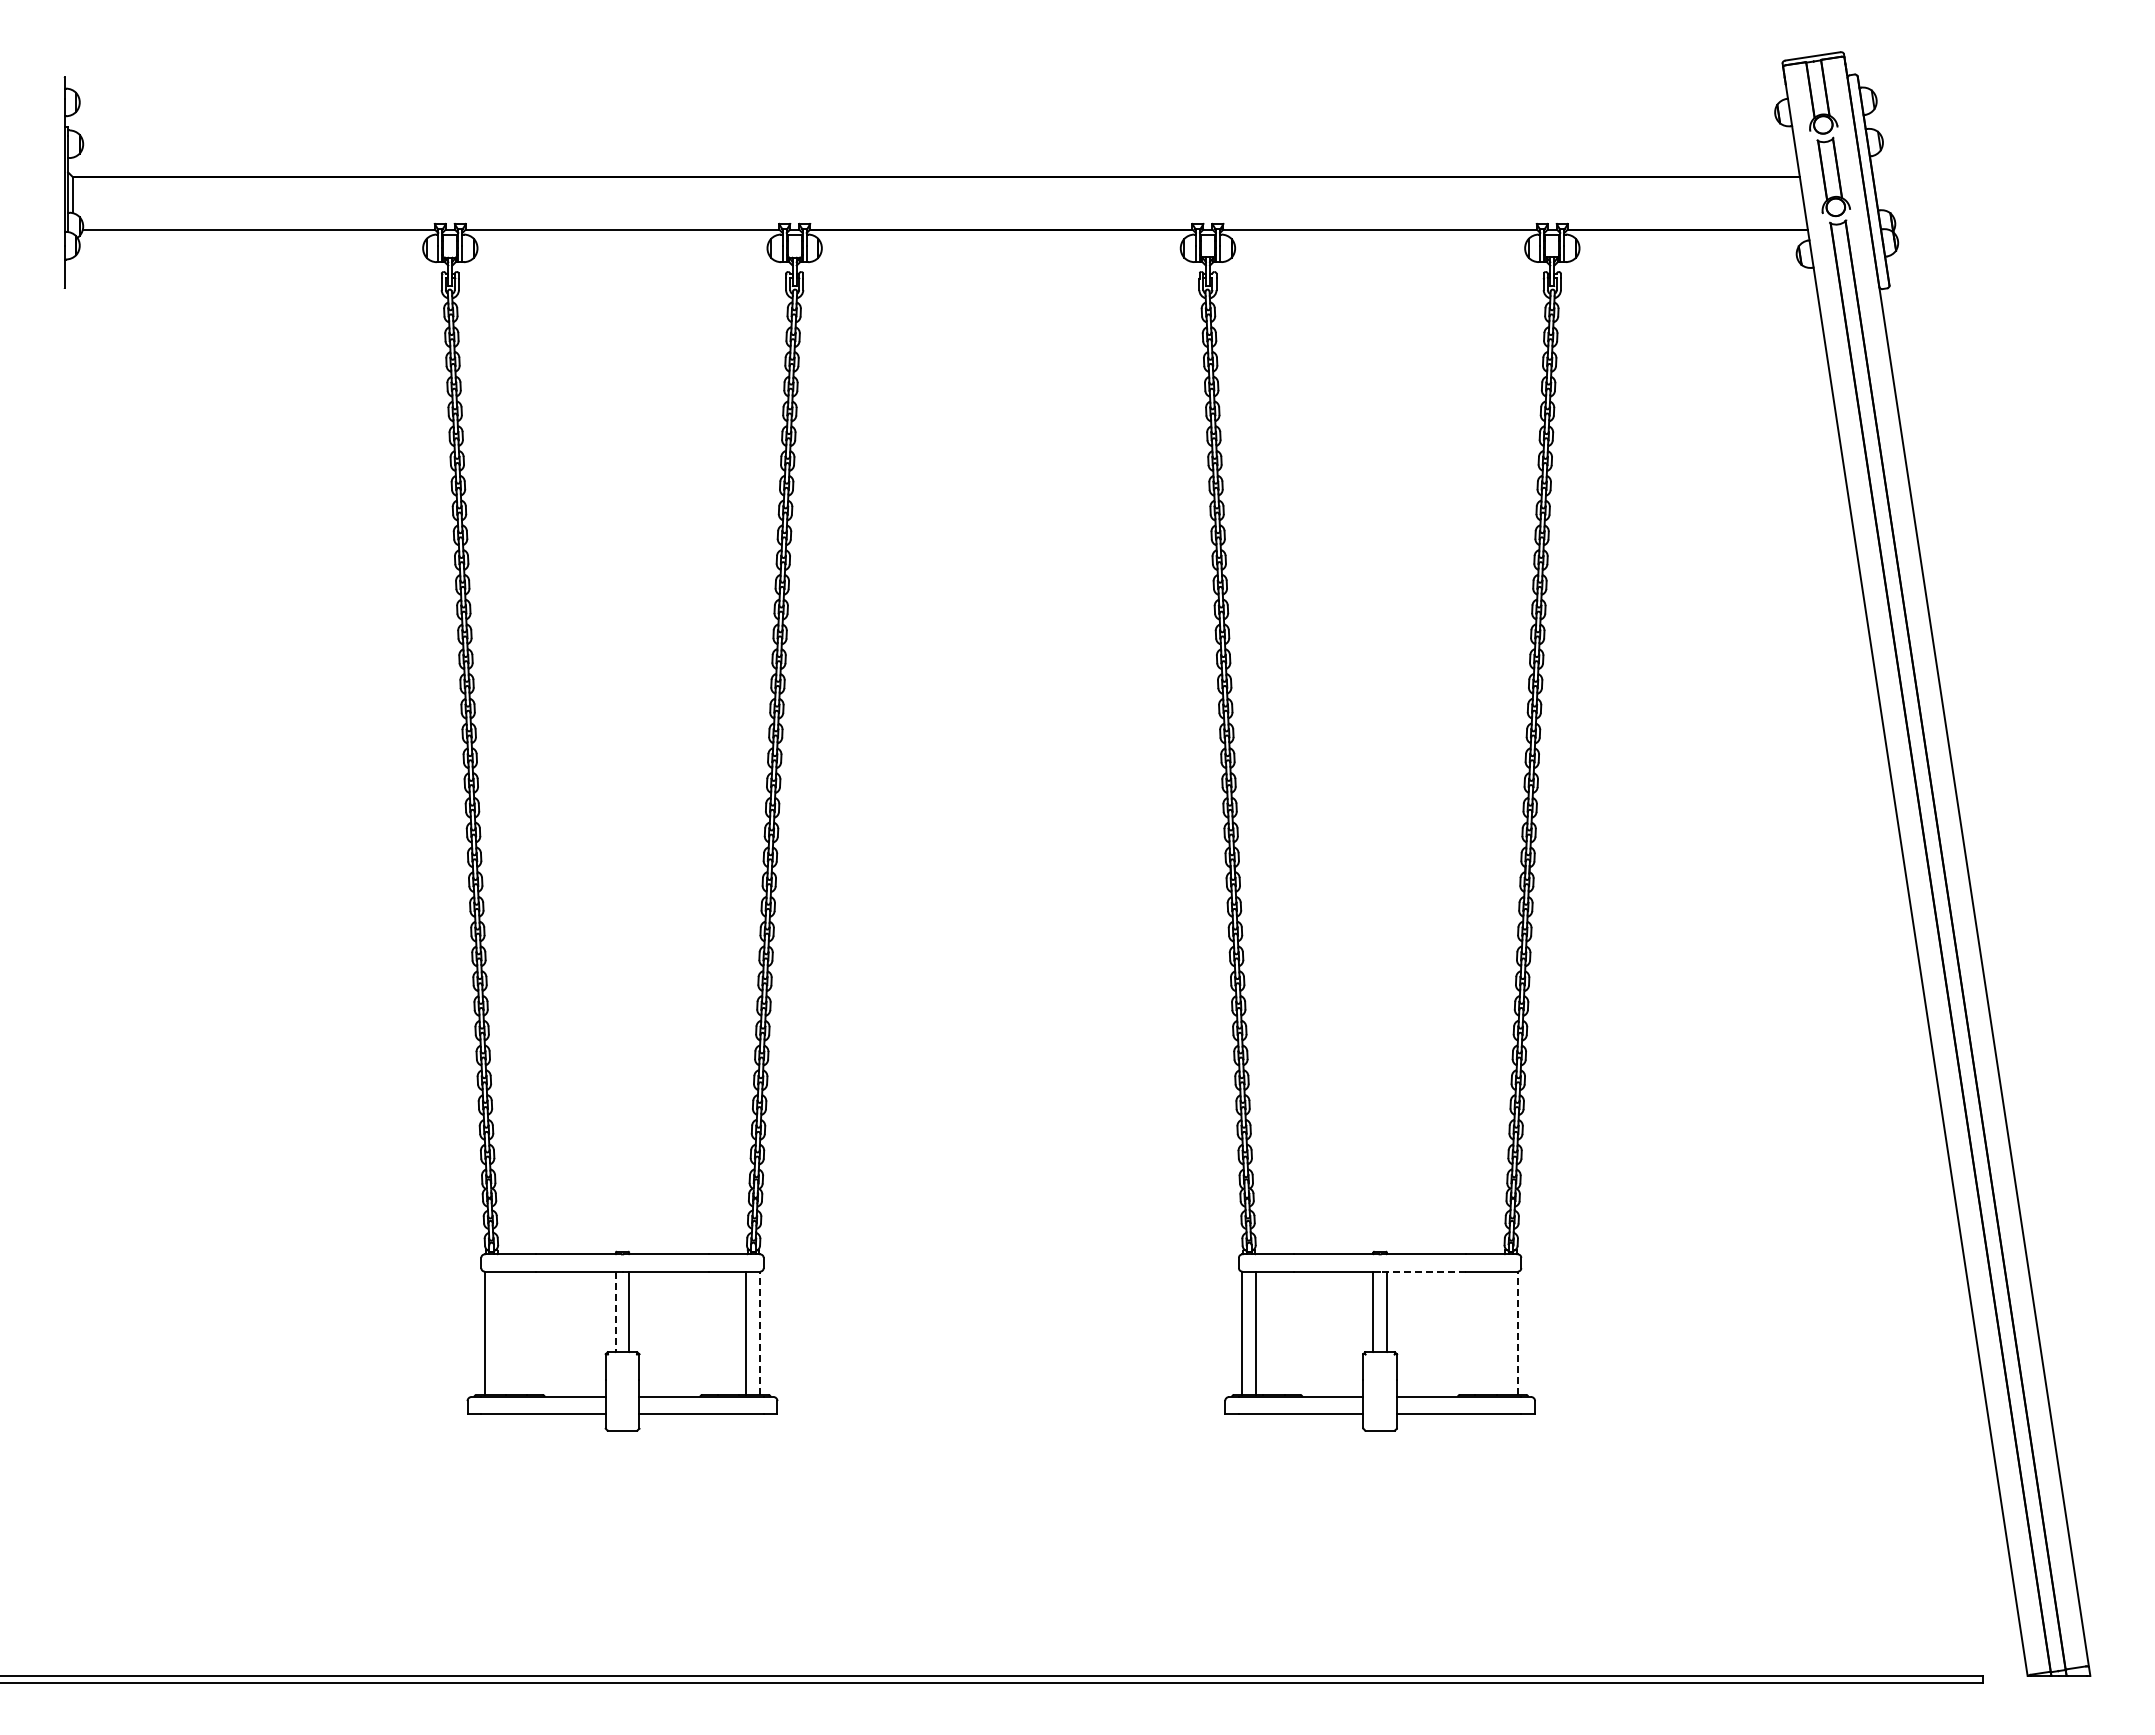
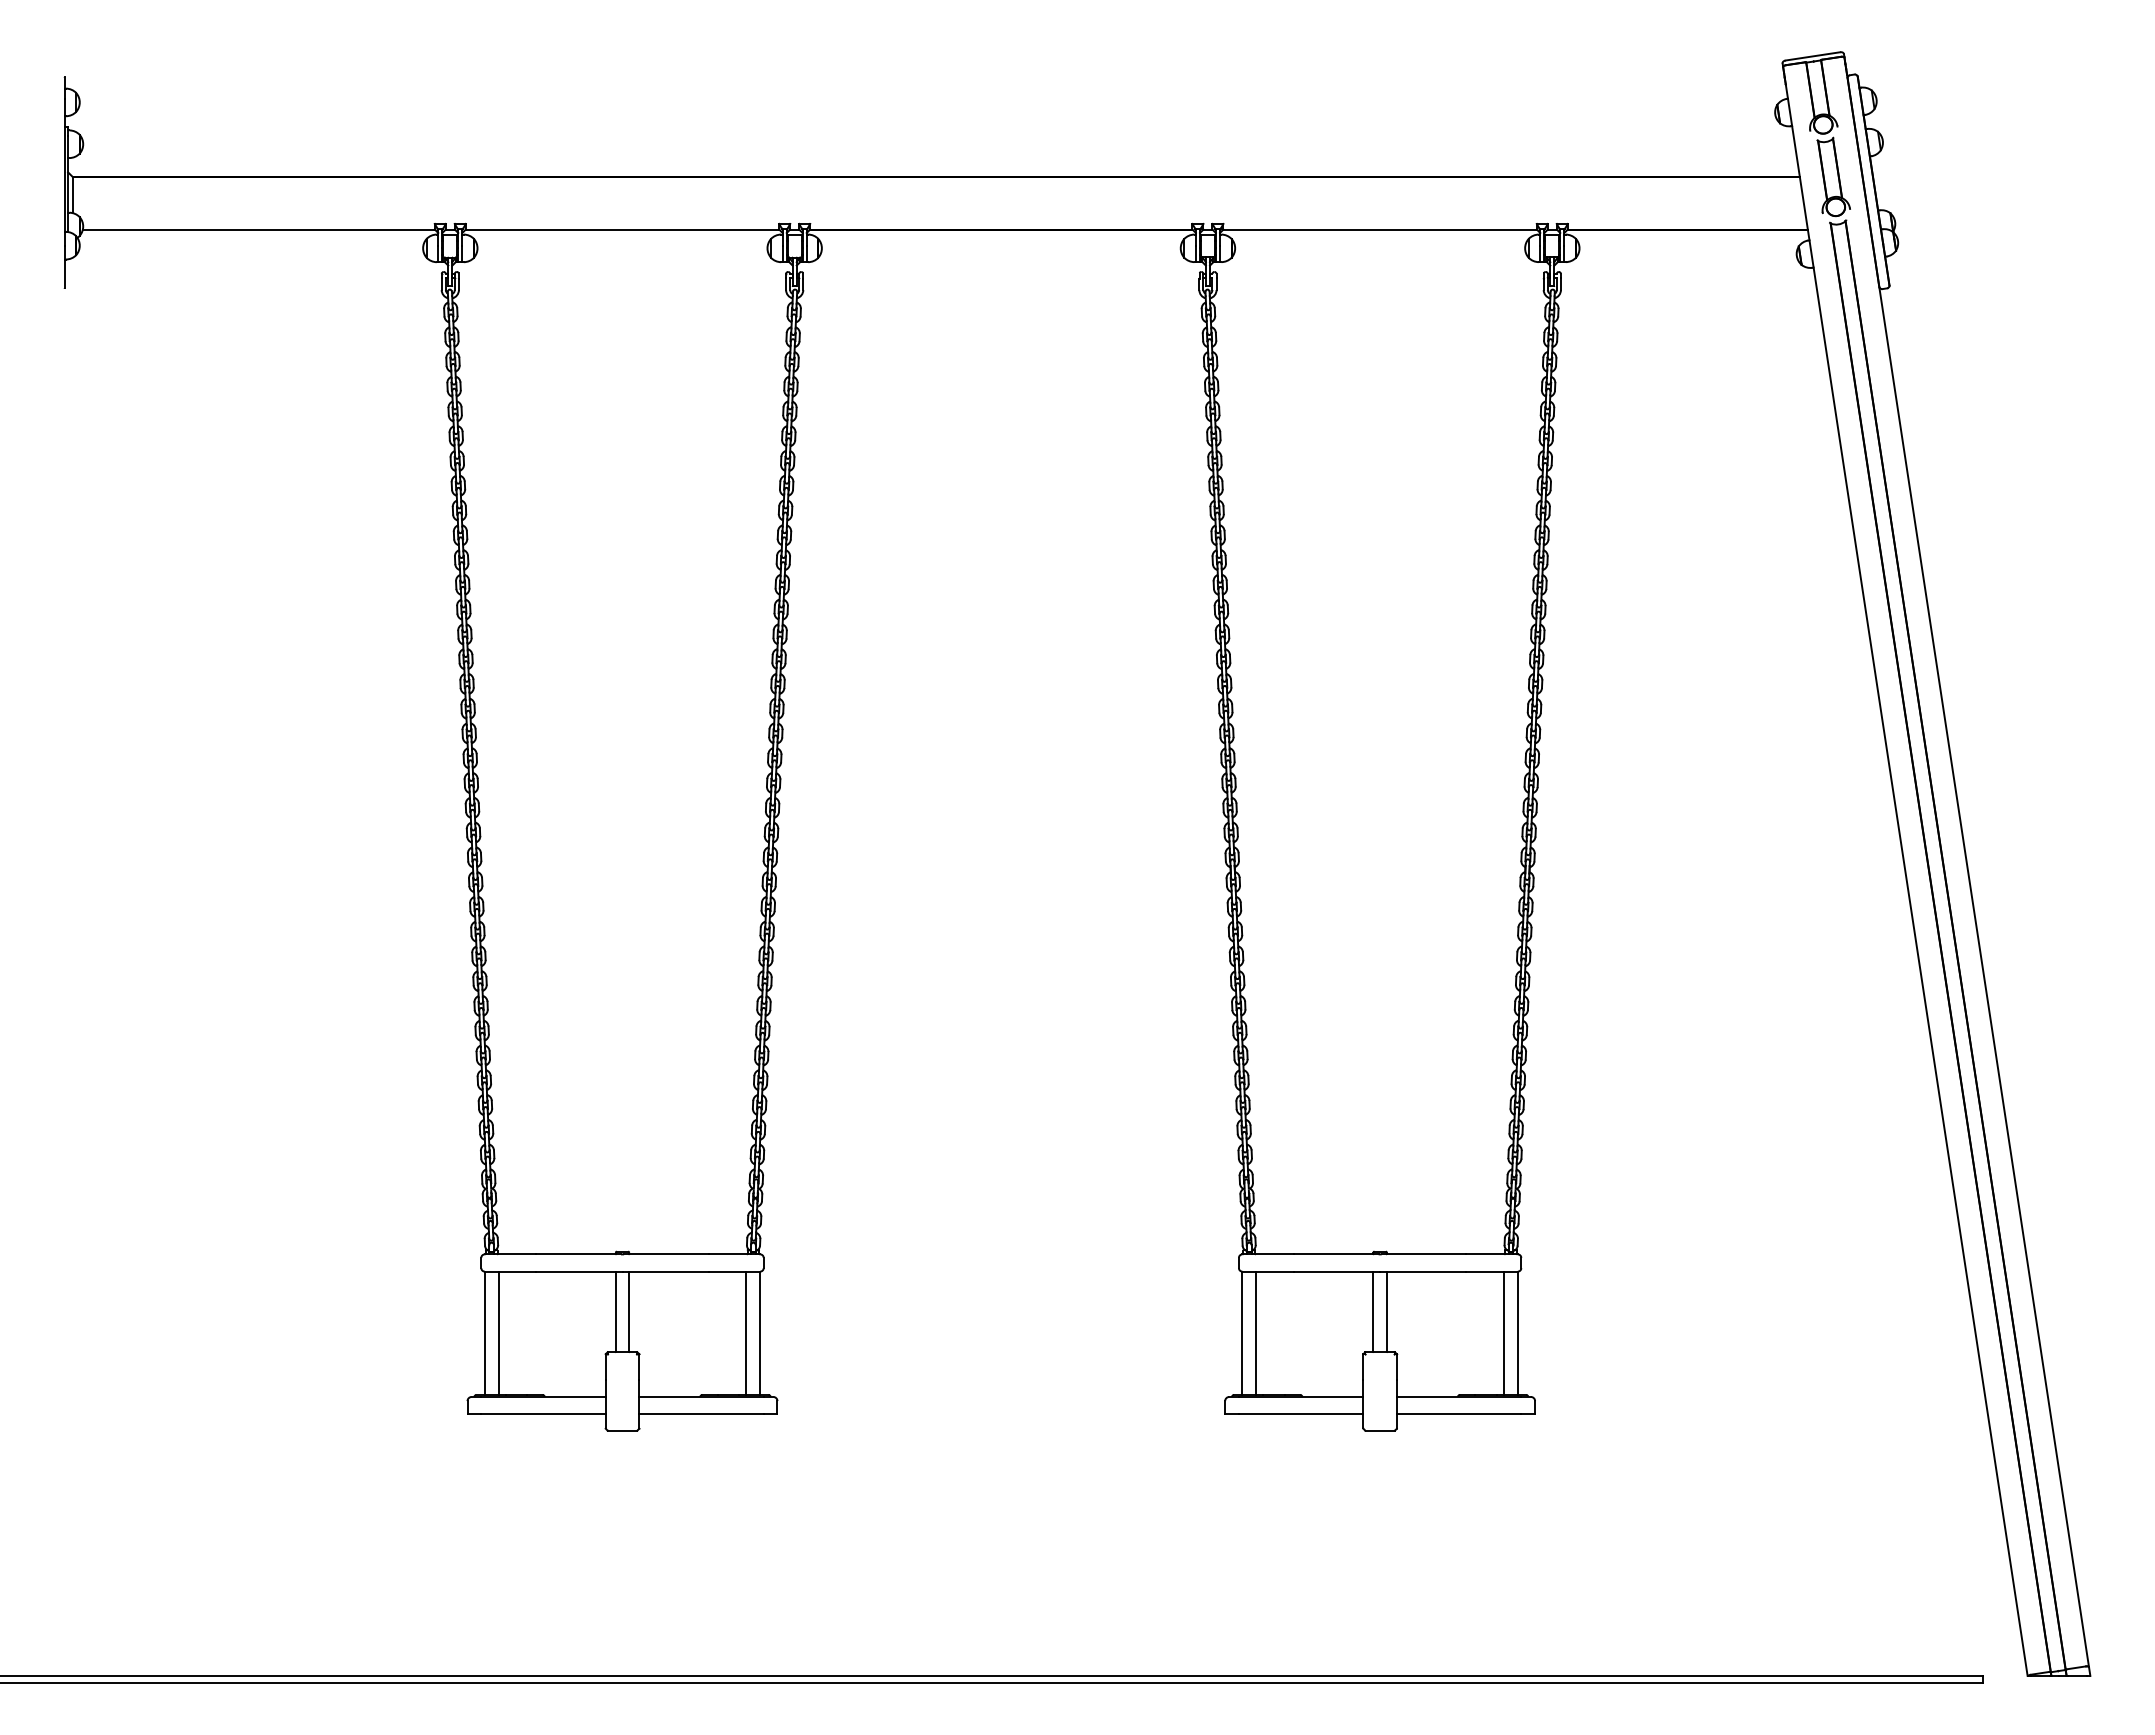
line at (1422, 1271): dashed -> solid
line at (615, 1311): dashed -> solid
line at (498, 1332): none -> present
line at (1504, 1332): none -> present
line at (760, 1333): dashed -> solid
line at (1517, 1333): dashed -> solid
